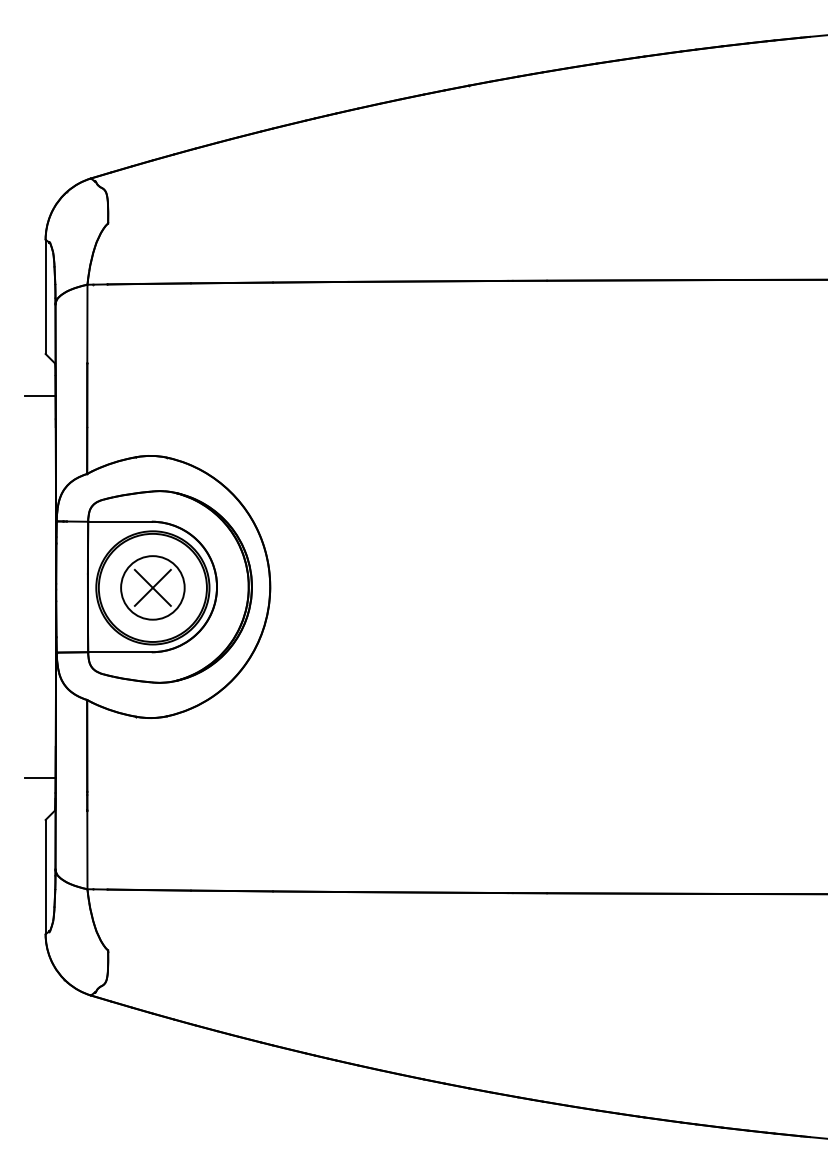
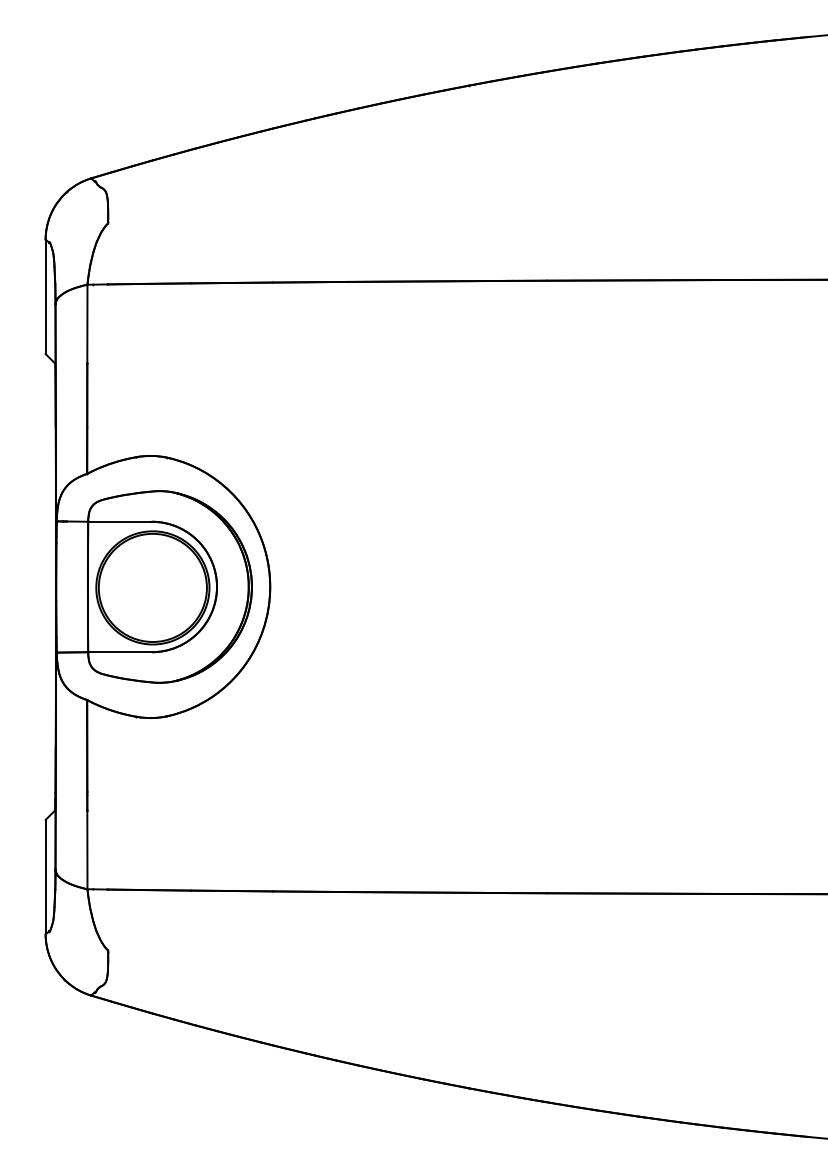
line at (39, 396): present -> none
part at (152, 587): present -> none
line at (39, 777): present -> none
